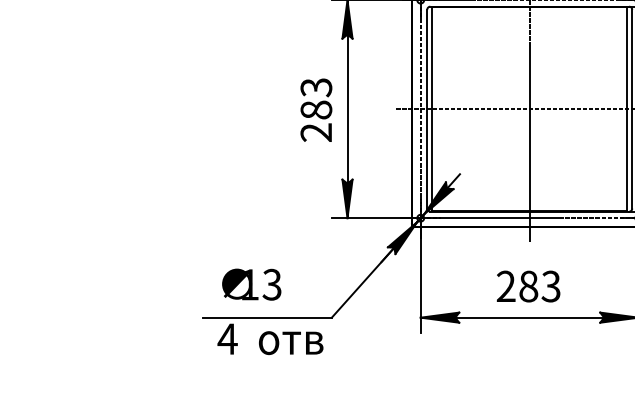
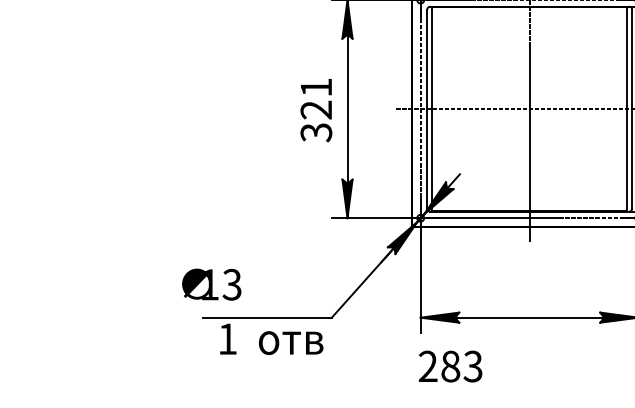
text at (316, 110): 283 -> 321
text at (251, 284) position: (251, 284) -> (211, 284)
text at (528, 286) position: (528, 286) -> (450, 366)
text at (227, 338): 4 -> 1
